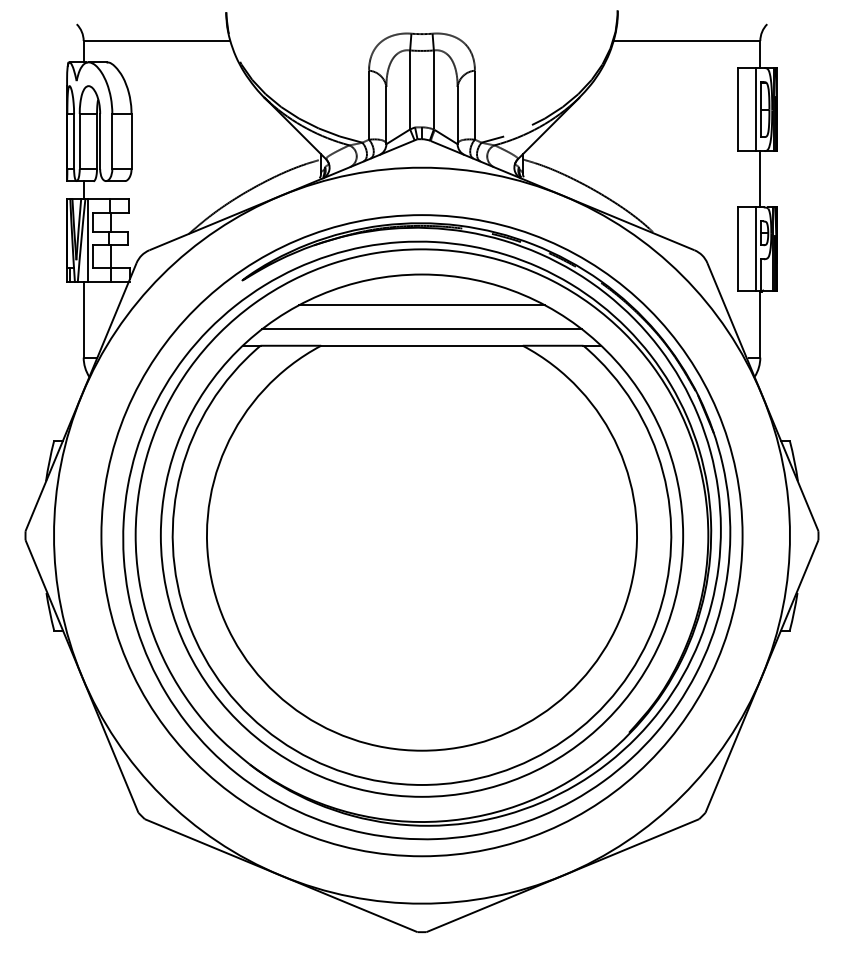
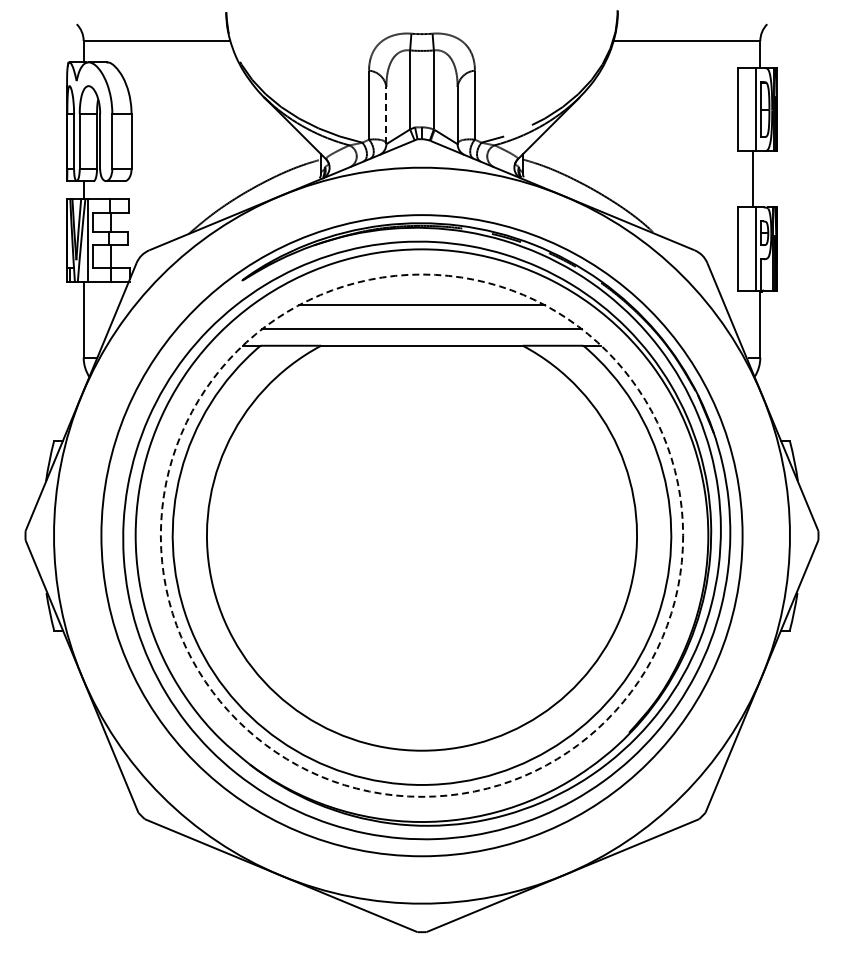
line at (386, 115): solid -> dashed
line at (760, 179) position: (760, 179) -> (753, 179)
circle at (421, 535): solid -> dashed
